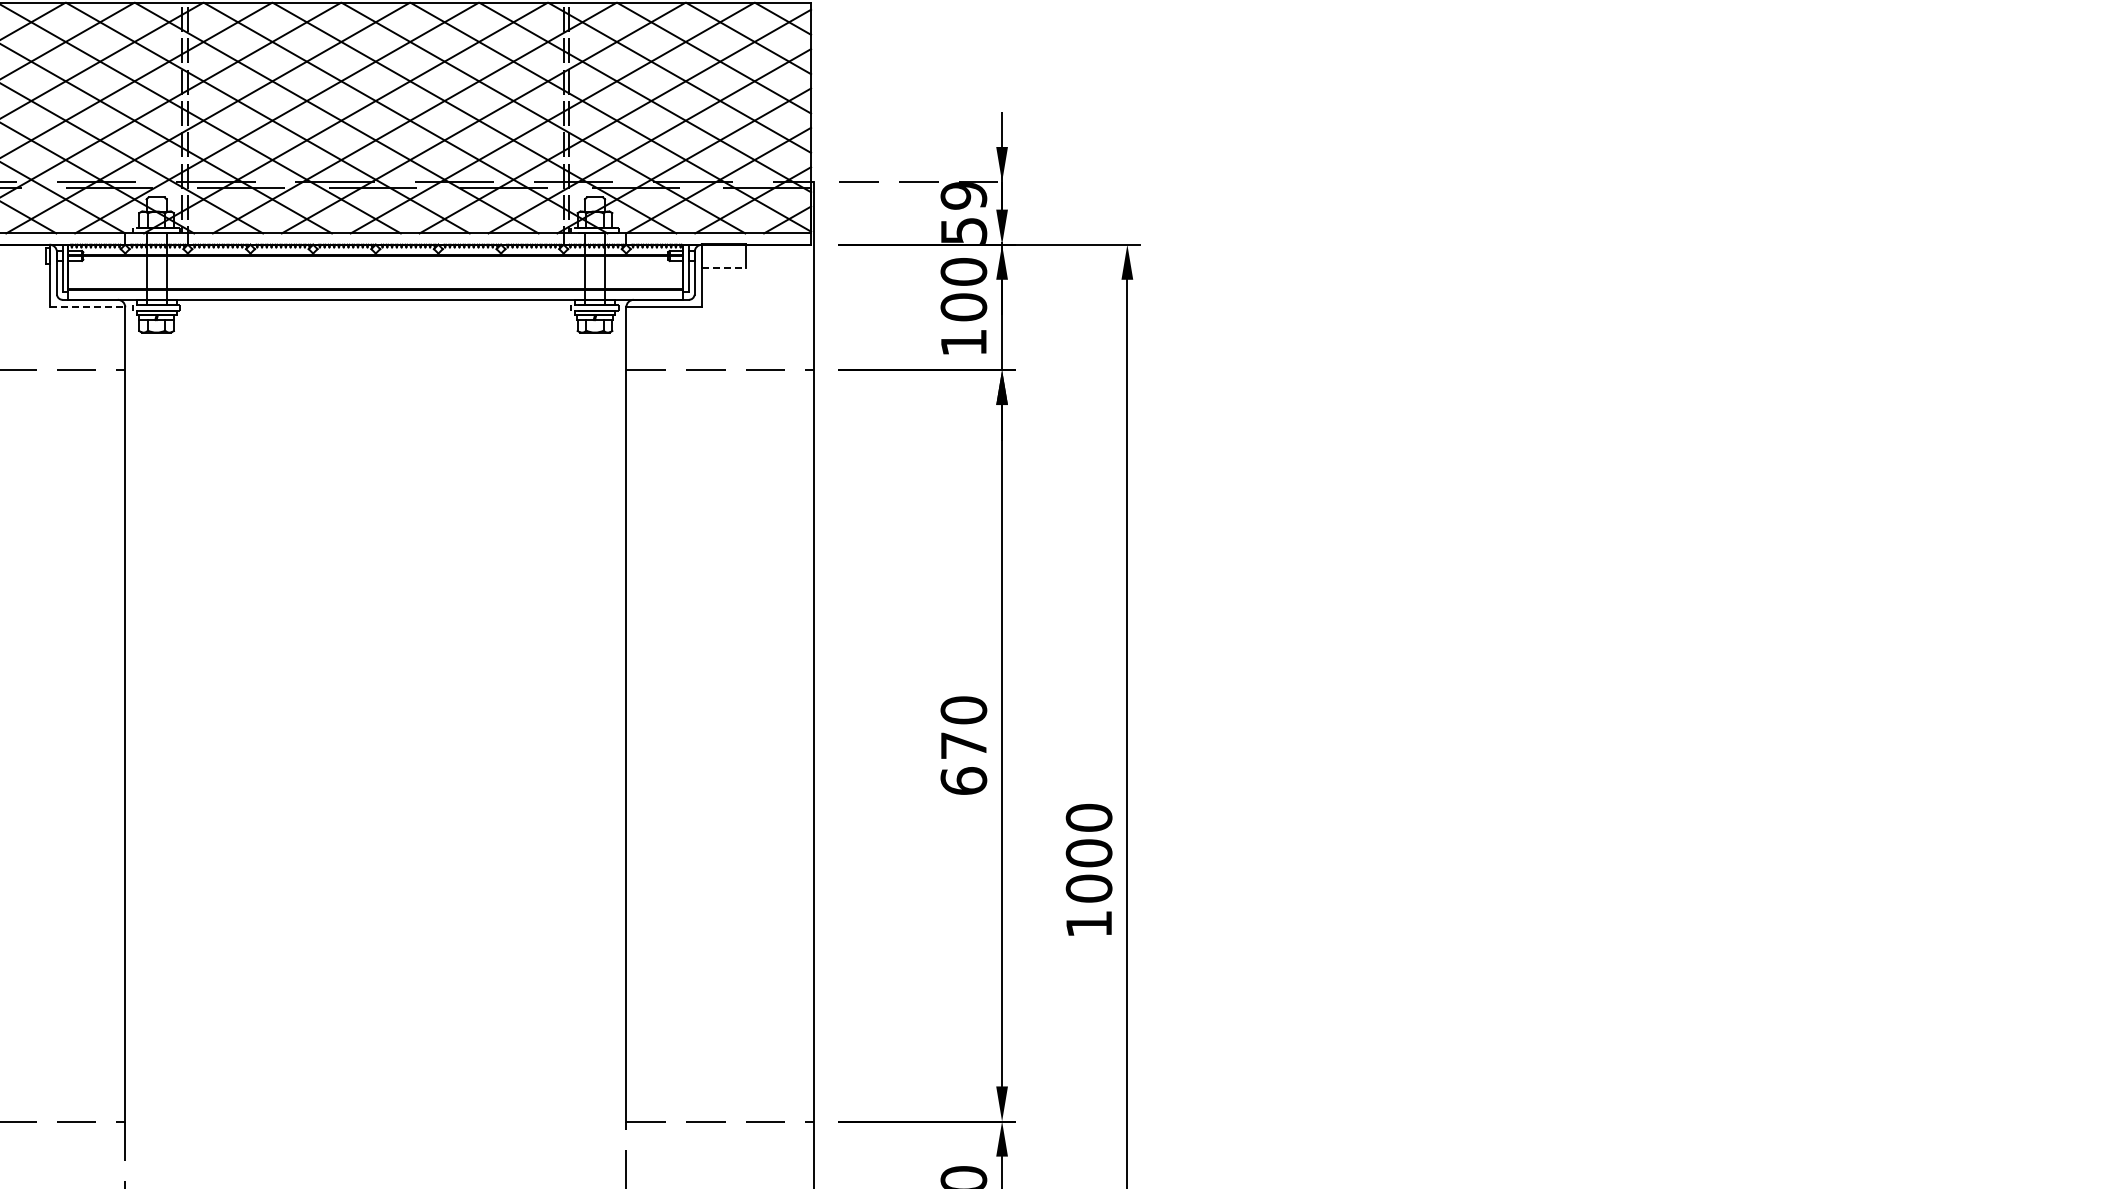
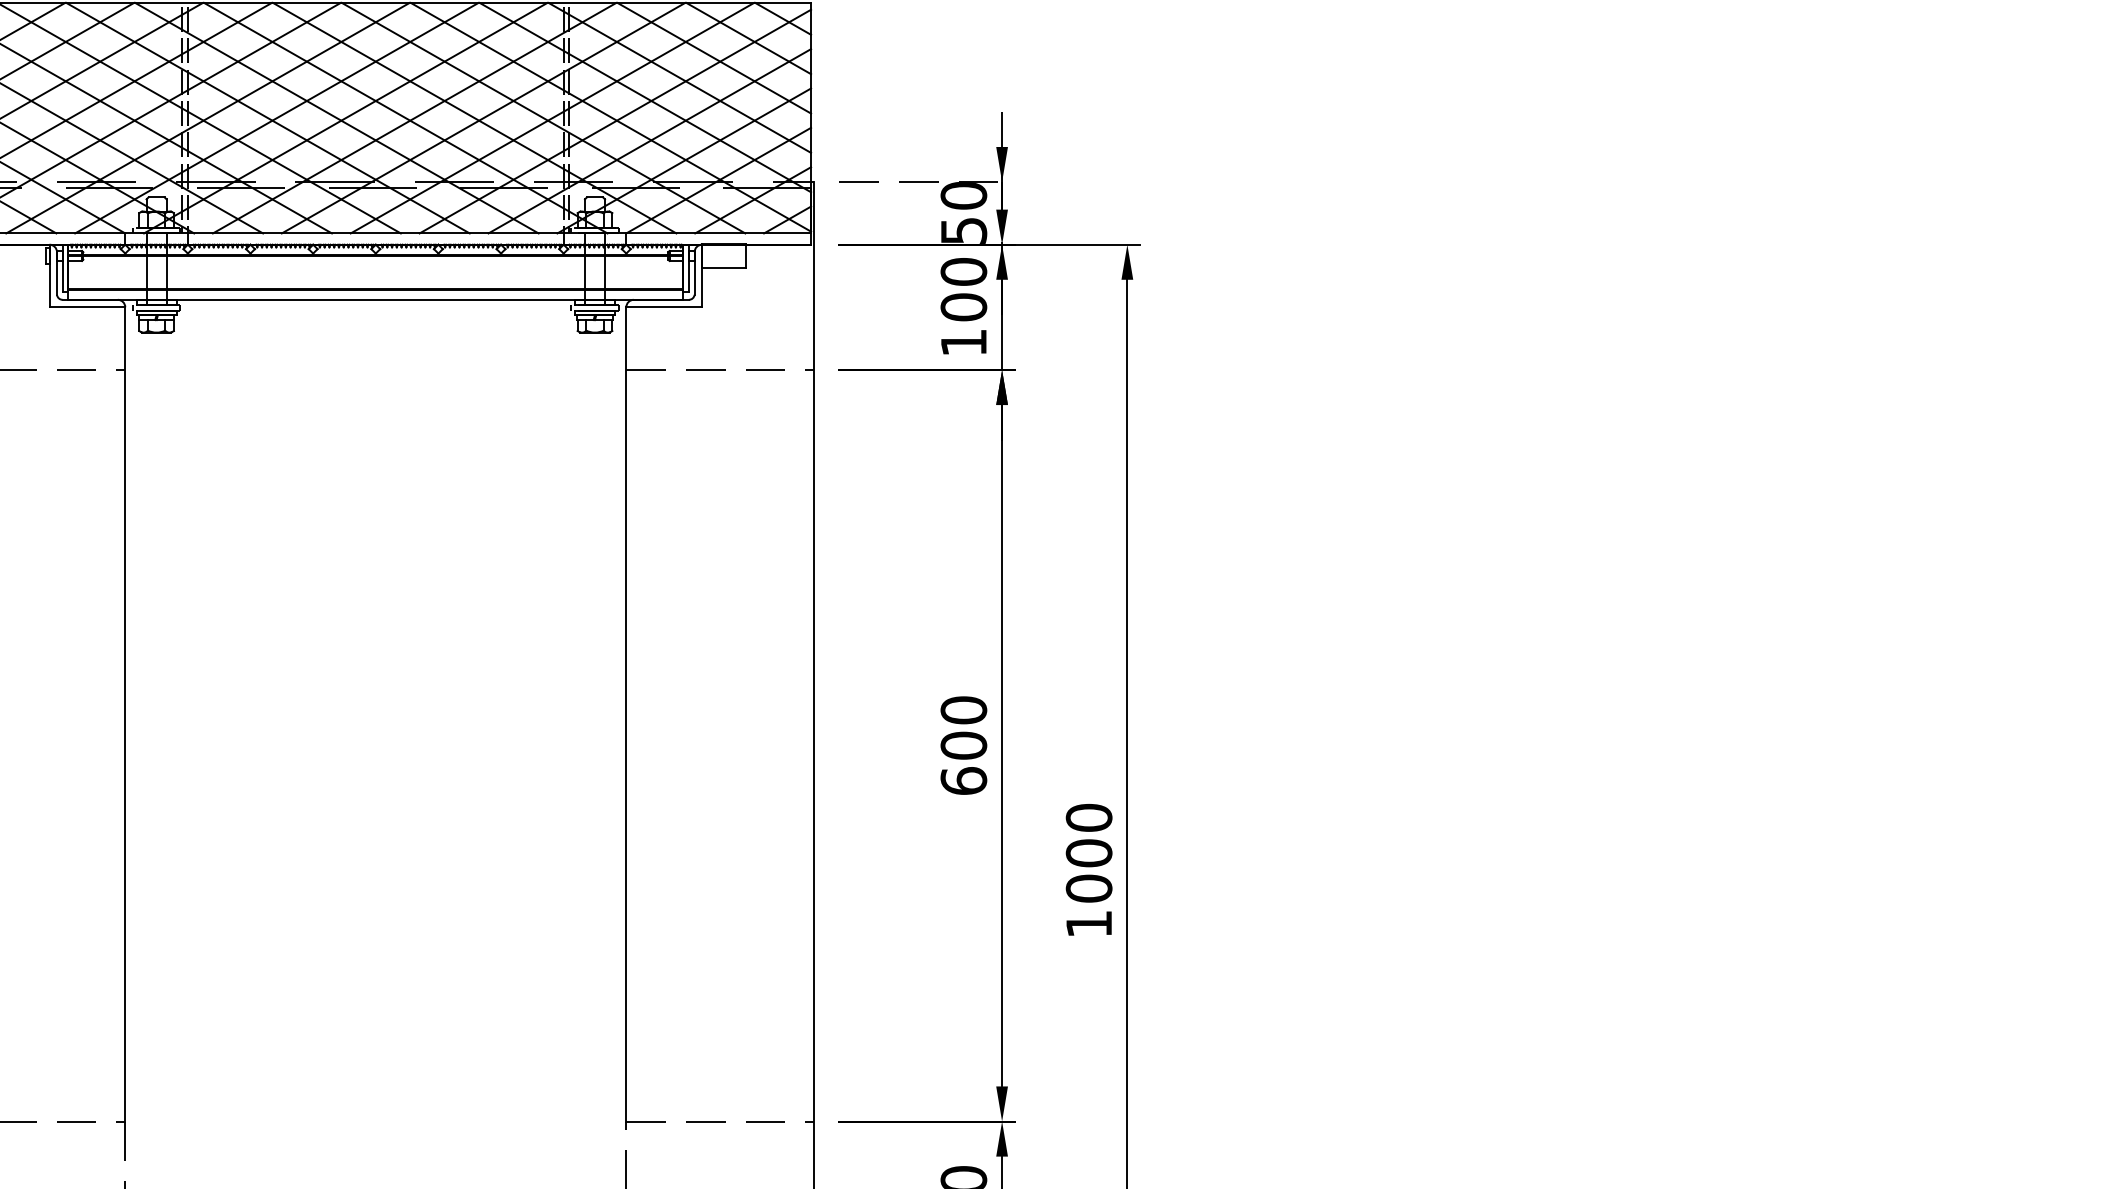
text at (963, 195): 59 -> 50
line at (724, 267): dashed -> solid
line at (87, 307): dashed -> solid
text at (963, 745): 670 -> 600
